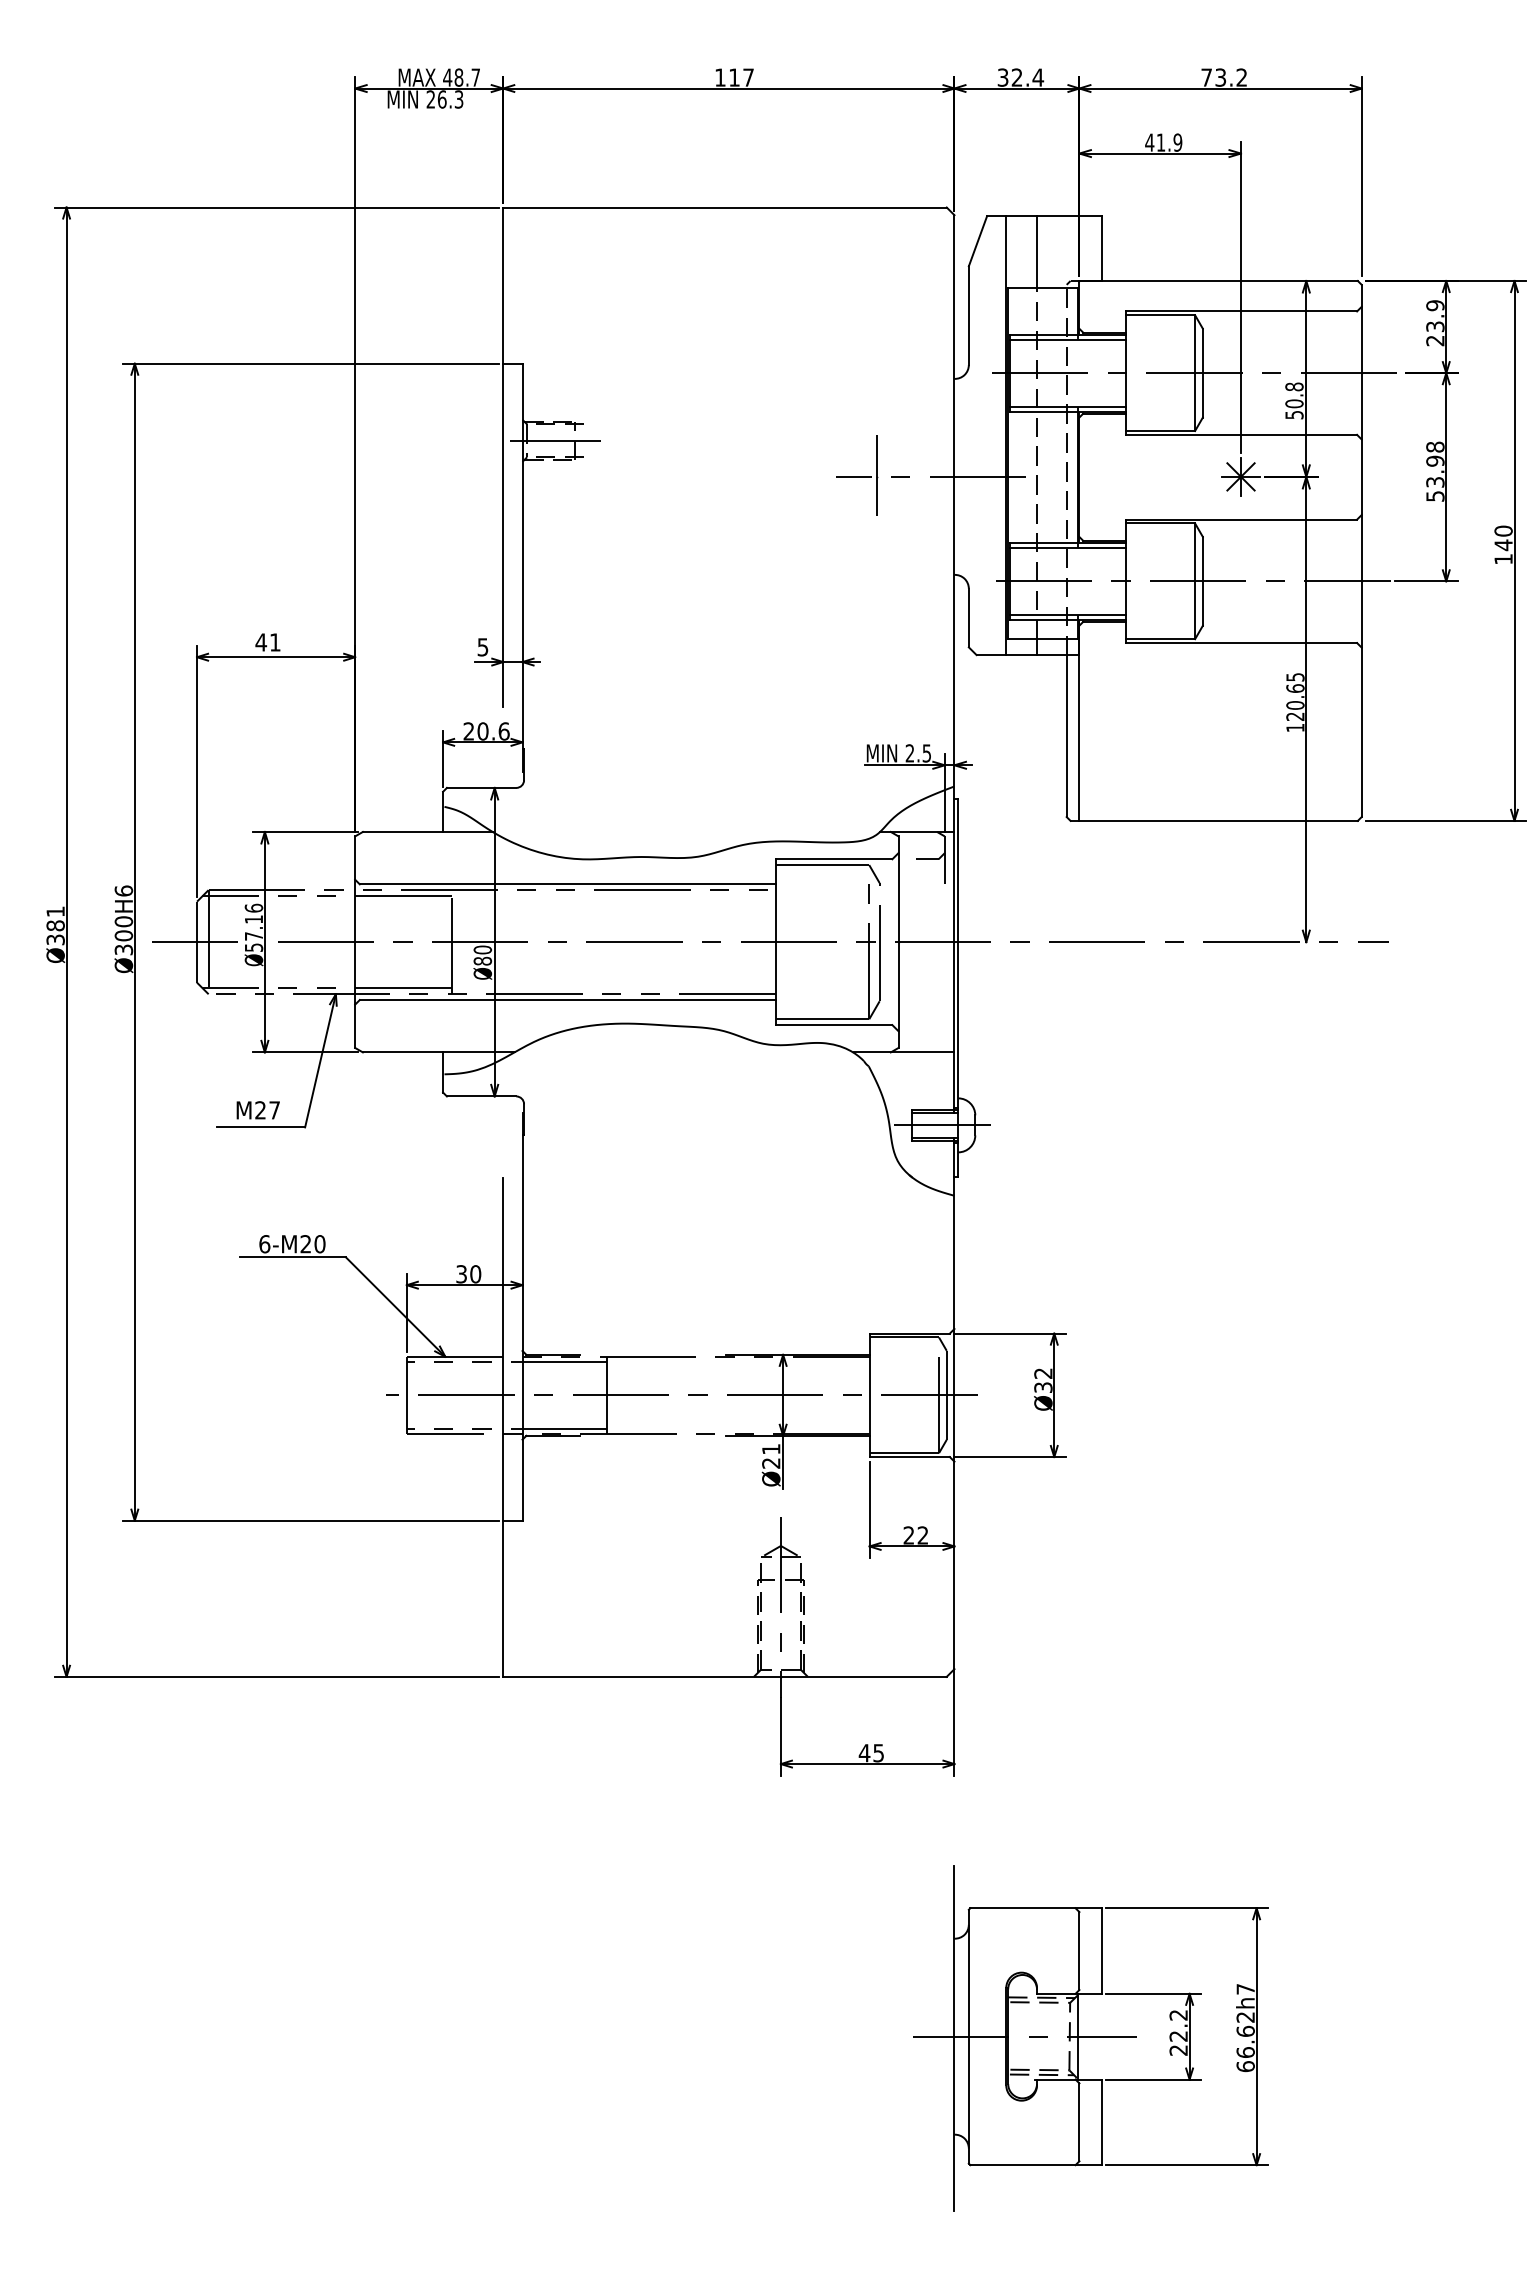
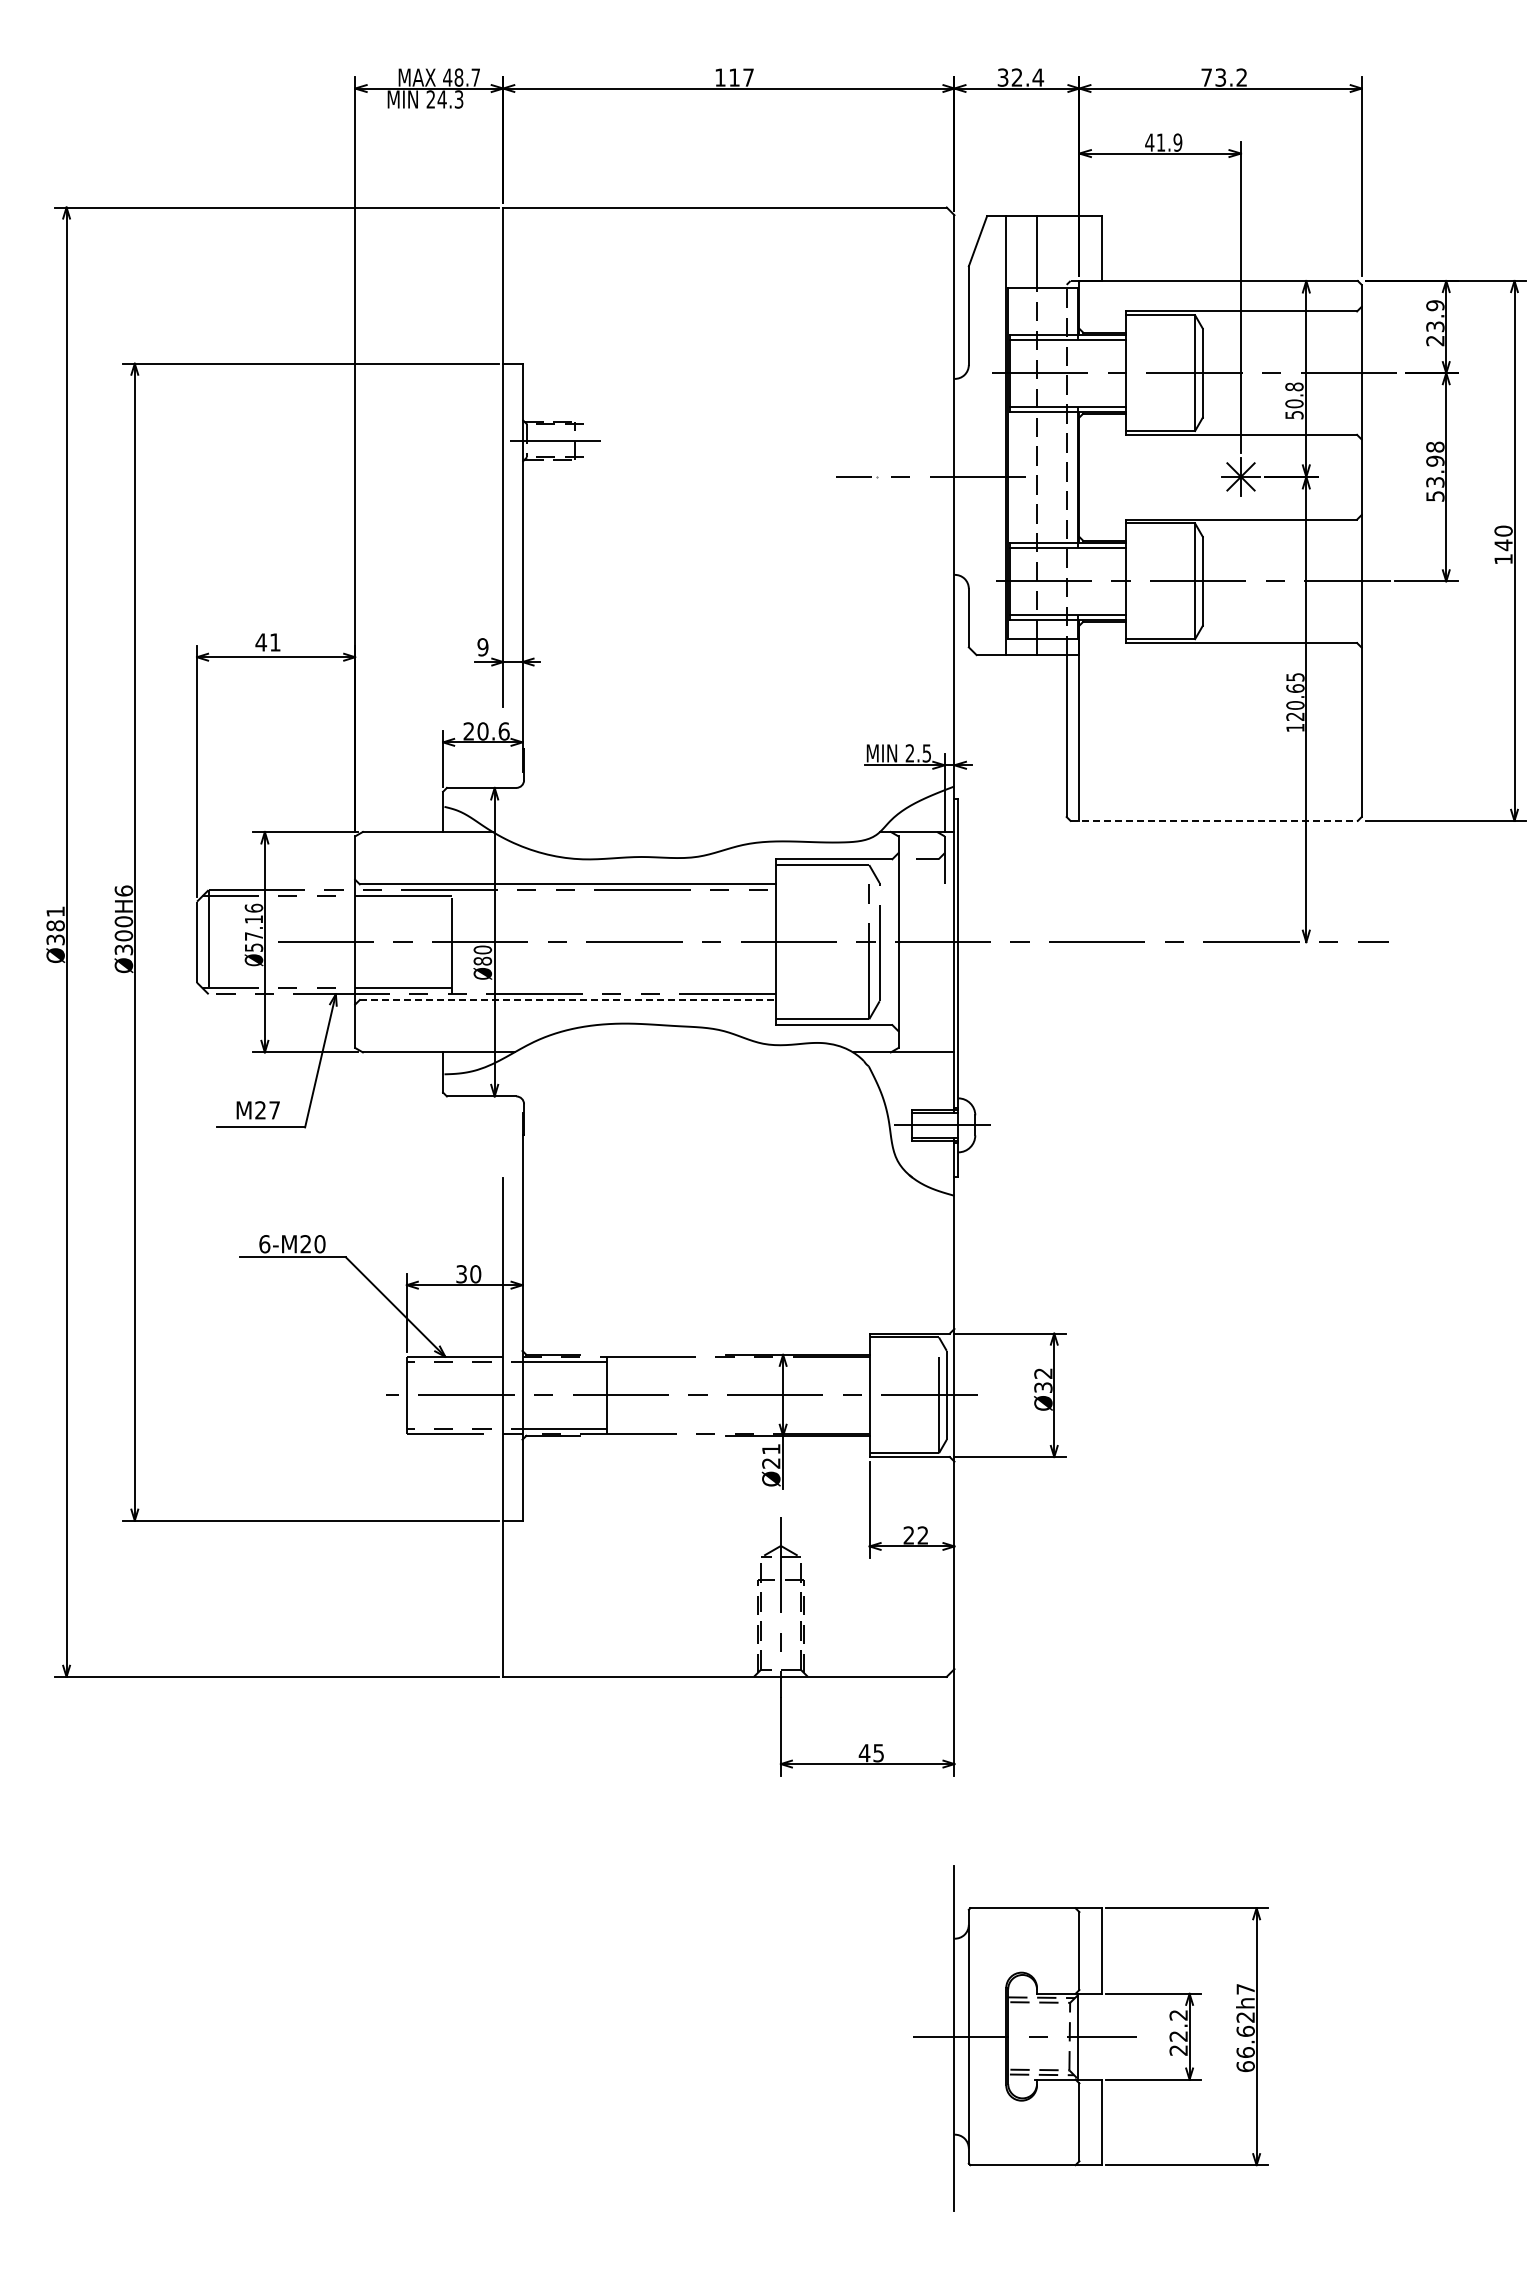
text at (441, 99): 26.3 -> 24.3
line at (877, 475): present -> none
text at (482, 647): 5 -> 9
line at (1214, 820): solid -> dashed
line at (195, 942): present -> none
line at (567, 1000): solid -> dashed
